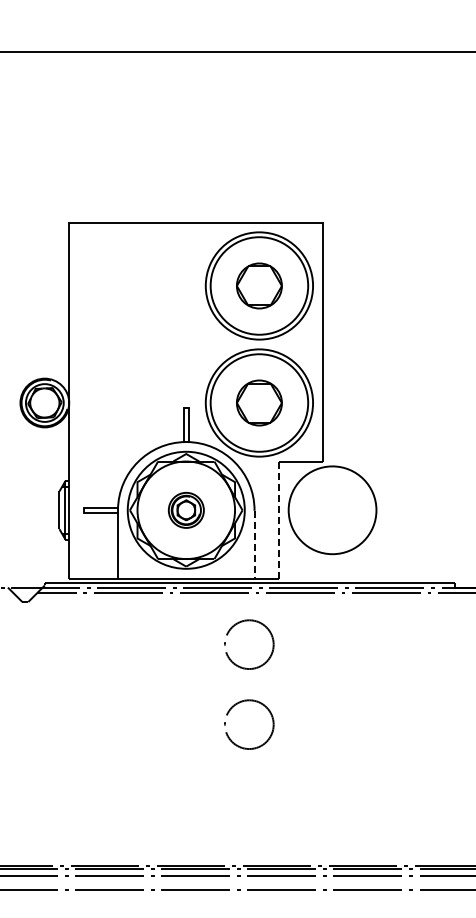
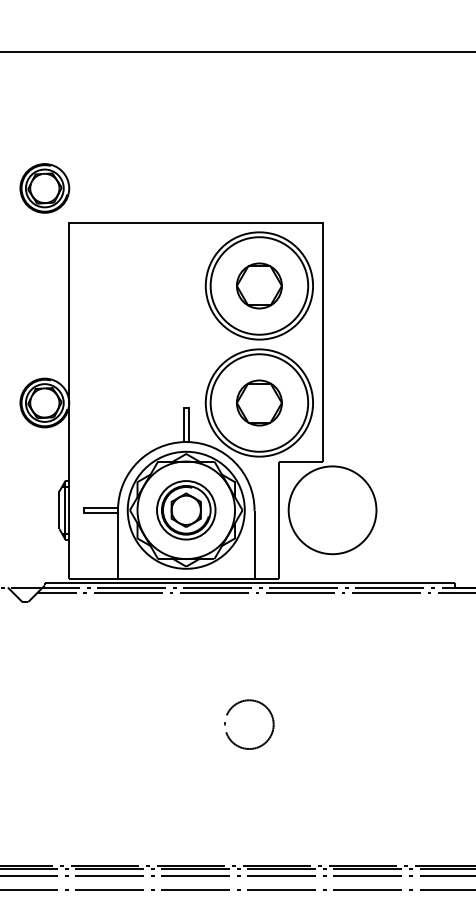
part at (44, 188): none -> present
part at (185, 510) size: 38x37 px -> 61x61 px
line at (278, 520): dashed -> solid
line at (254, 544): dashed -> solid
part at (260, 624): present -> none
